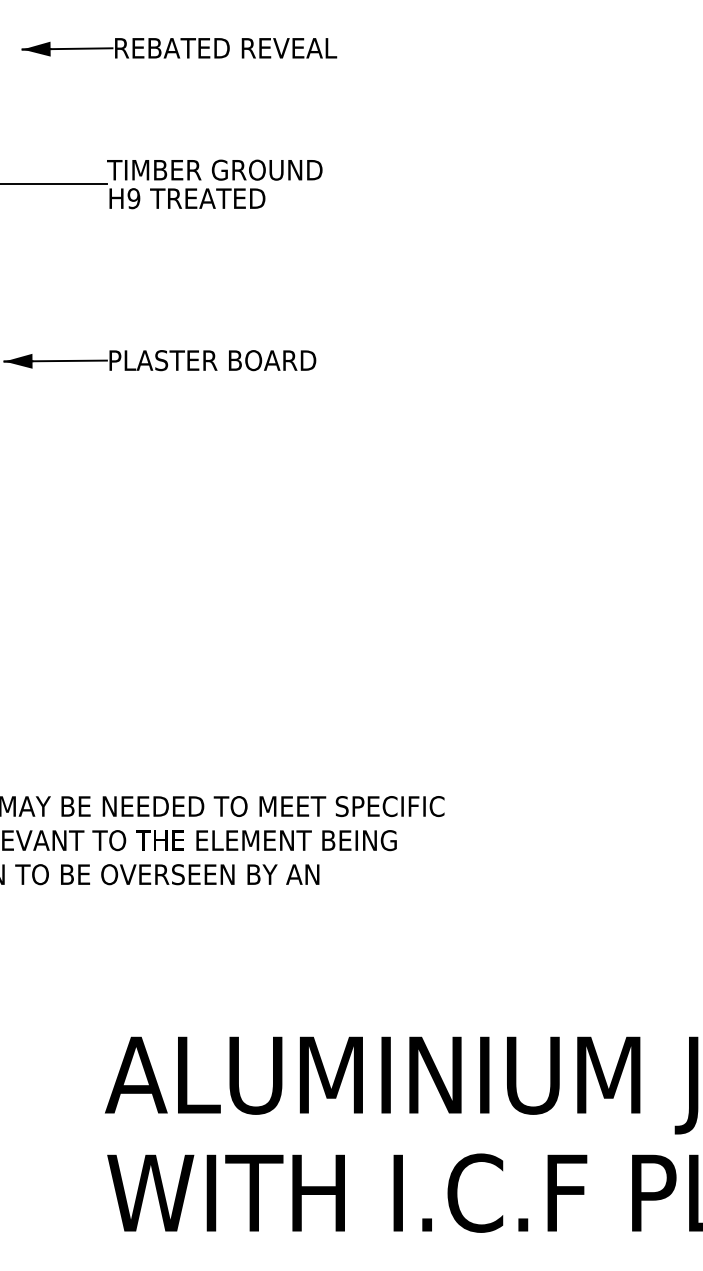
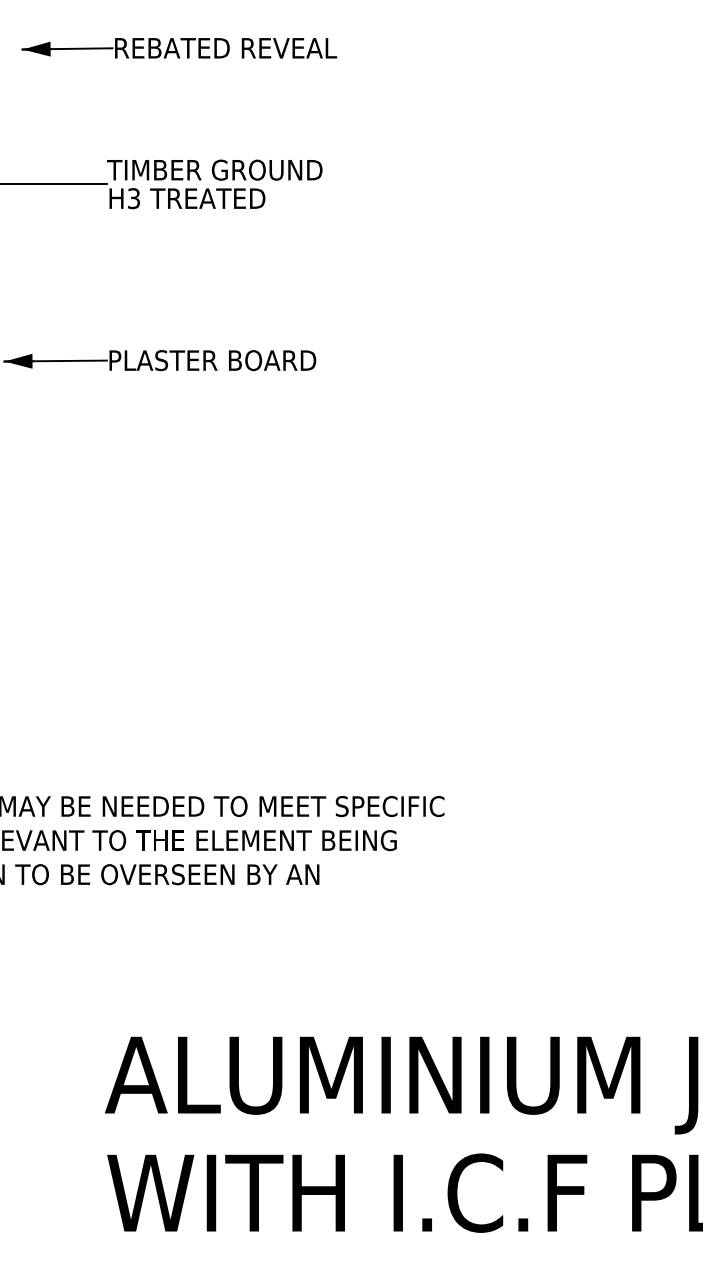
text at (133, 198): H9 -> H3
